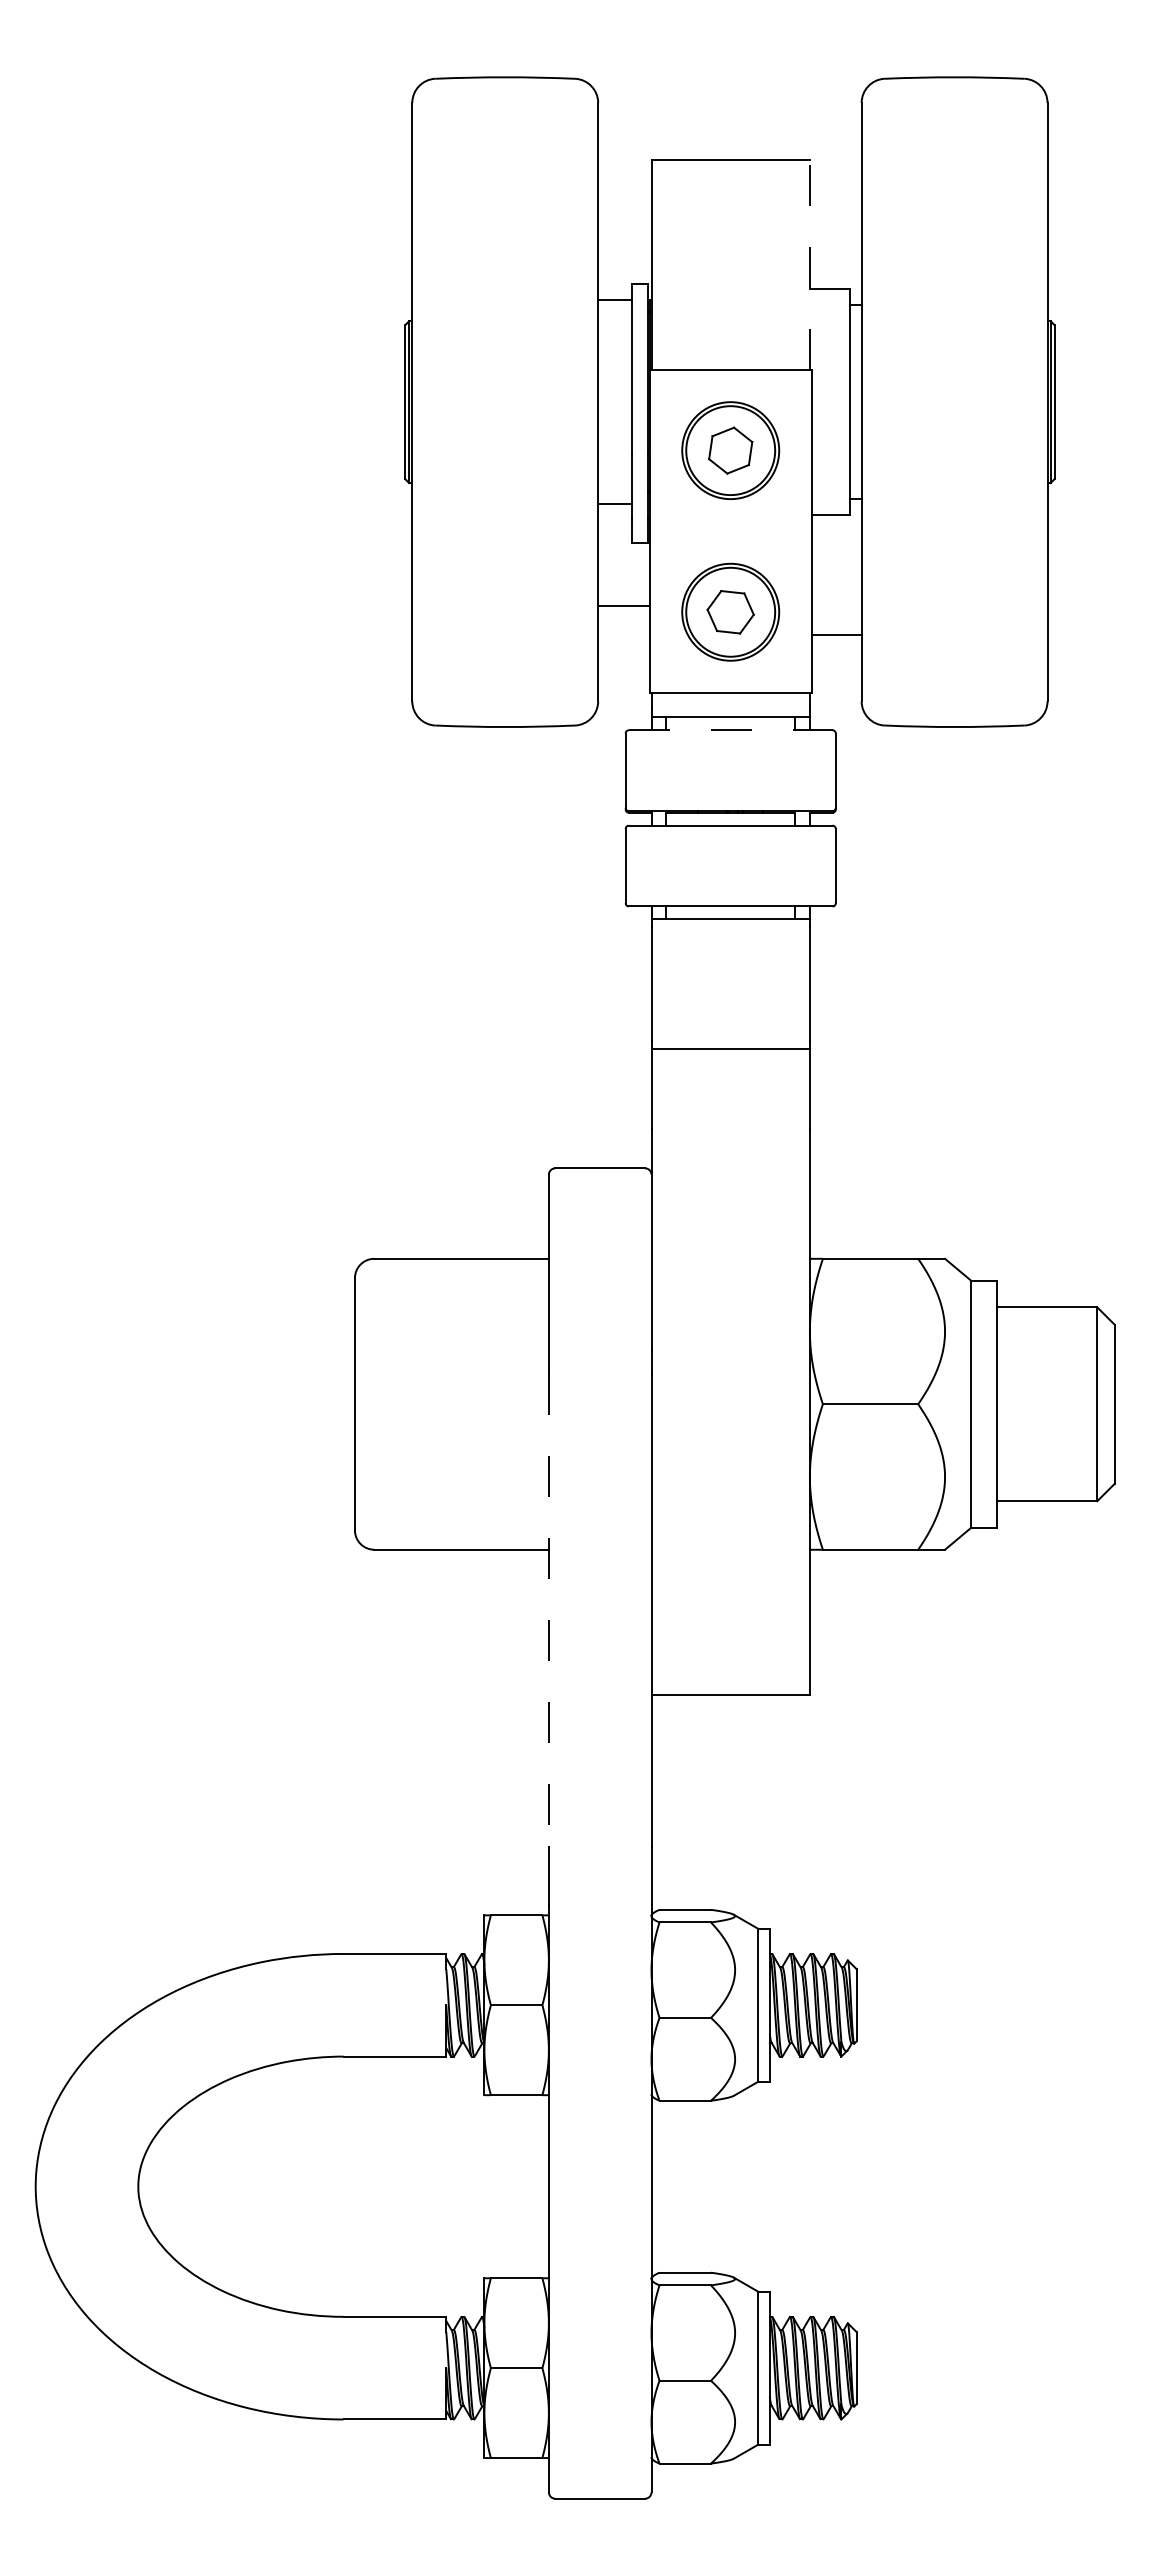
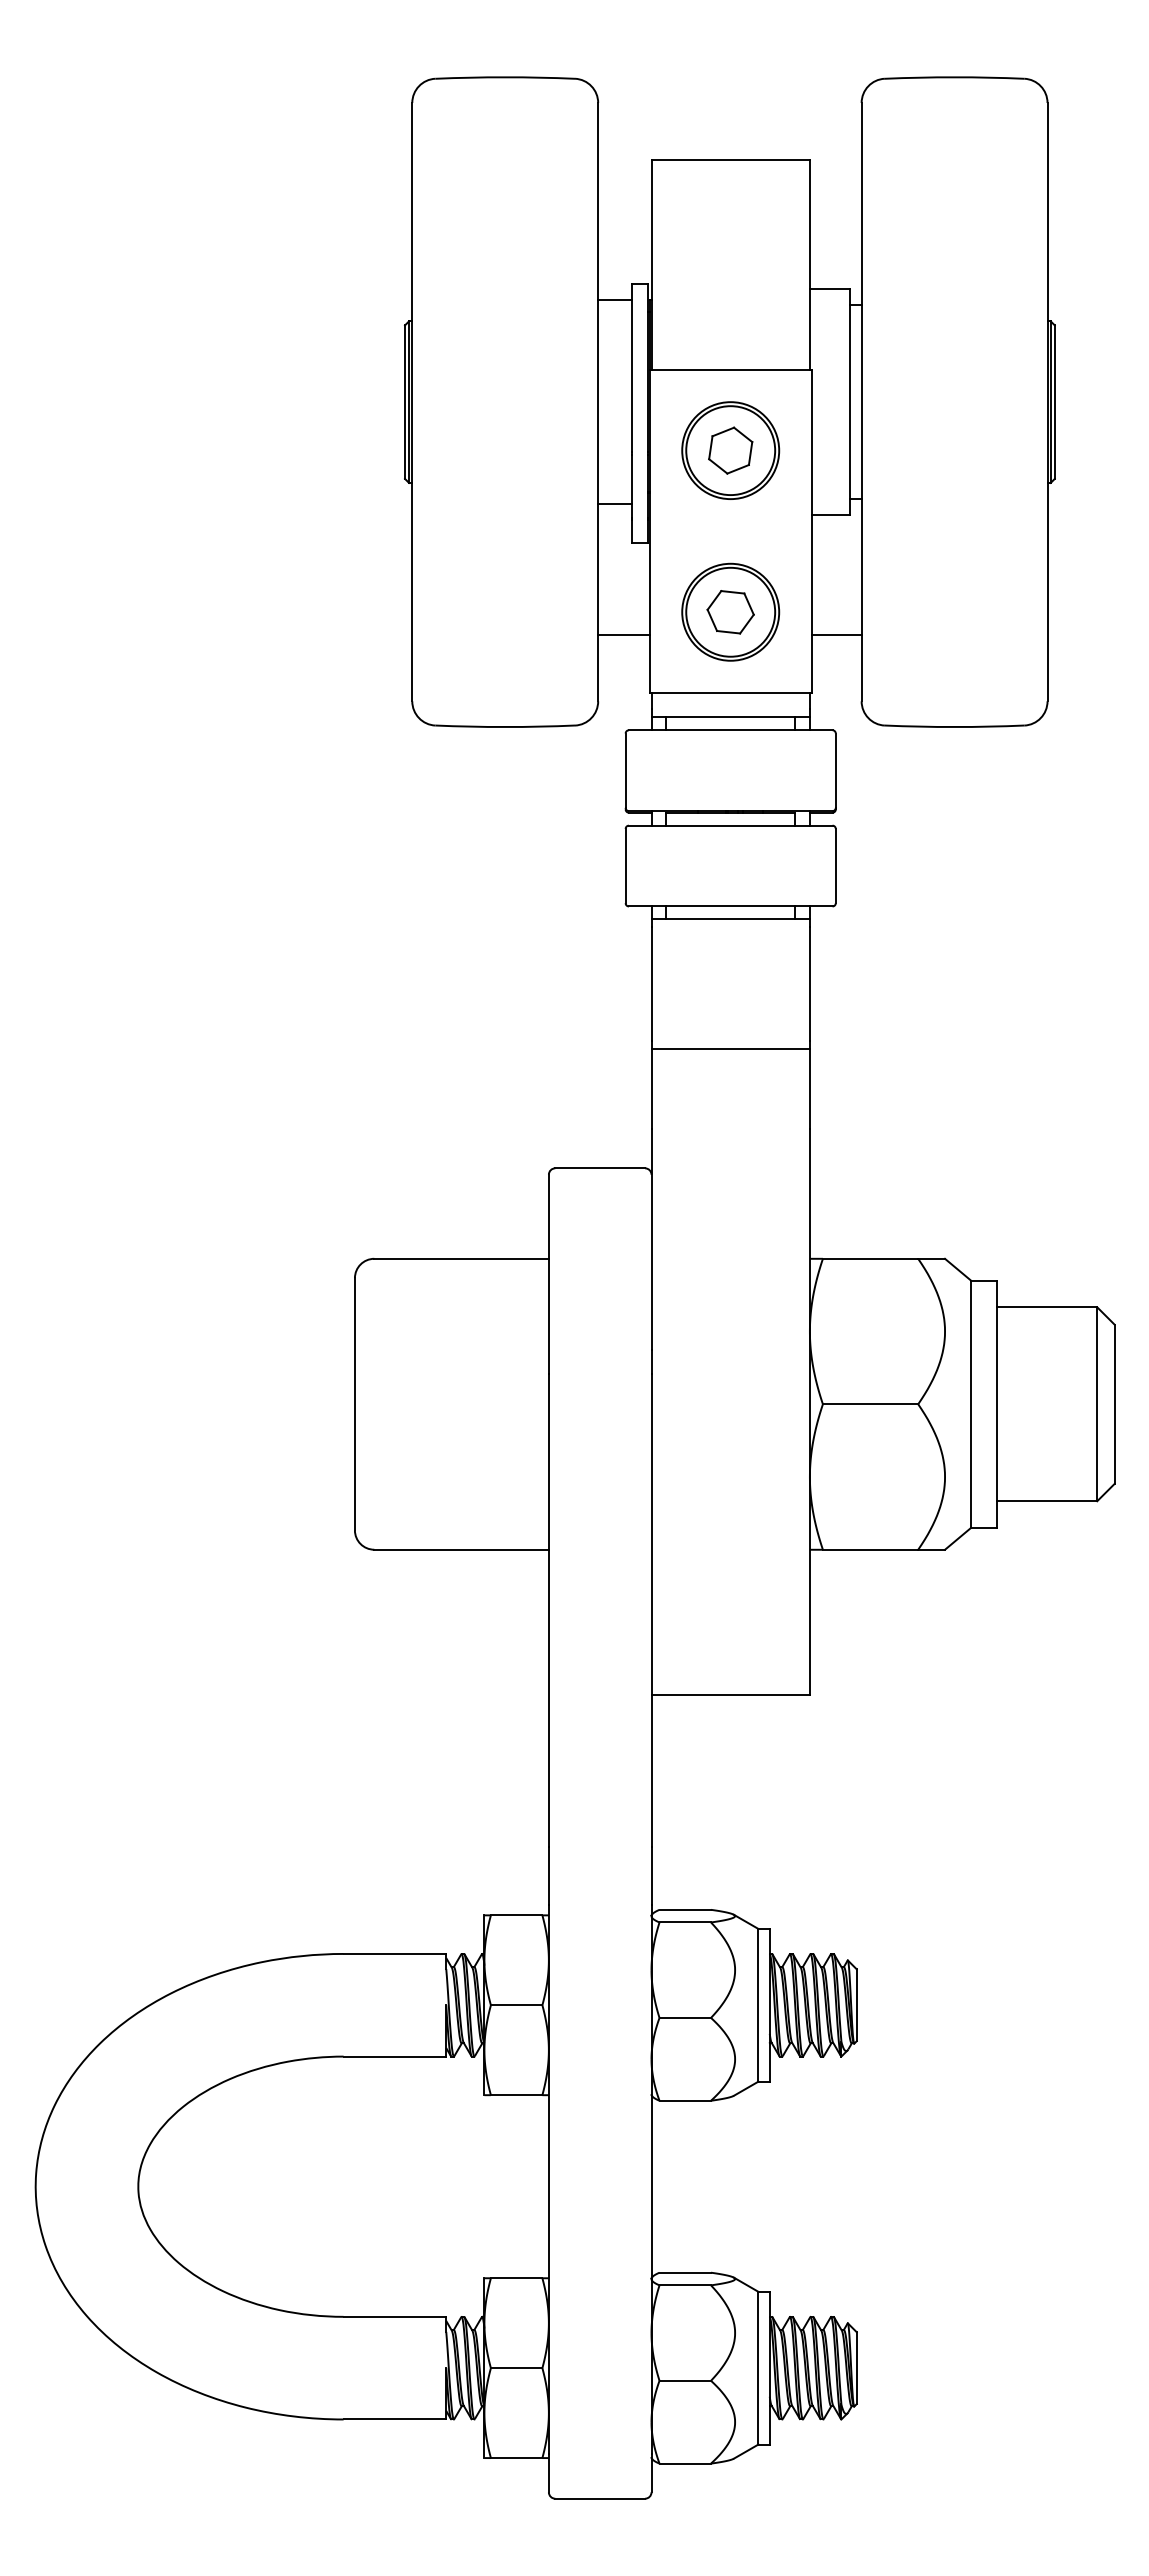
line at (809, 264): dashed -> solid
line at (623, 605) position: (623, 605) -> (623, 634)
line at (730, 730): dashed -> solid
line at (548, 1610): dashed -> solid
